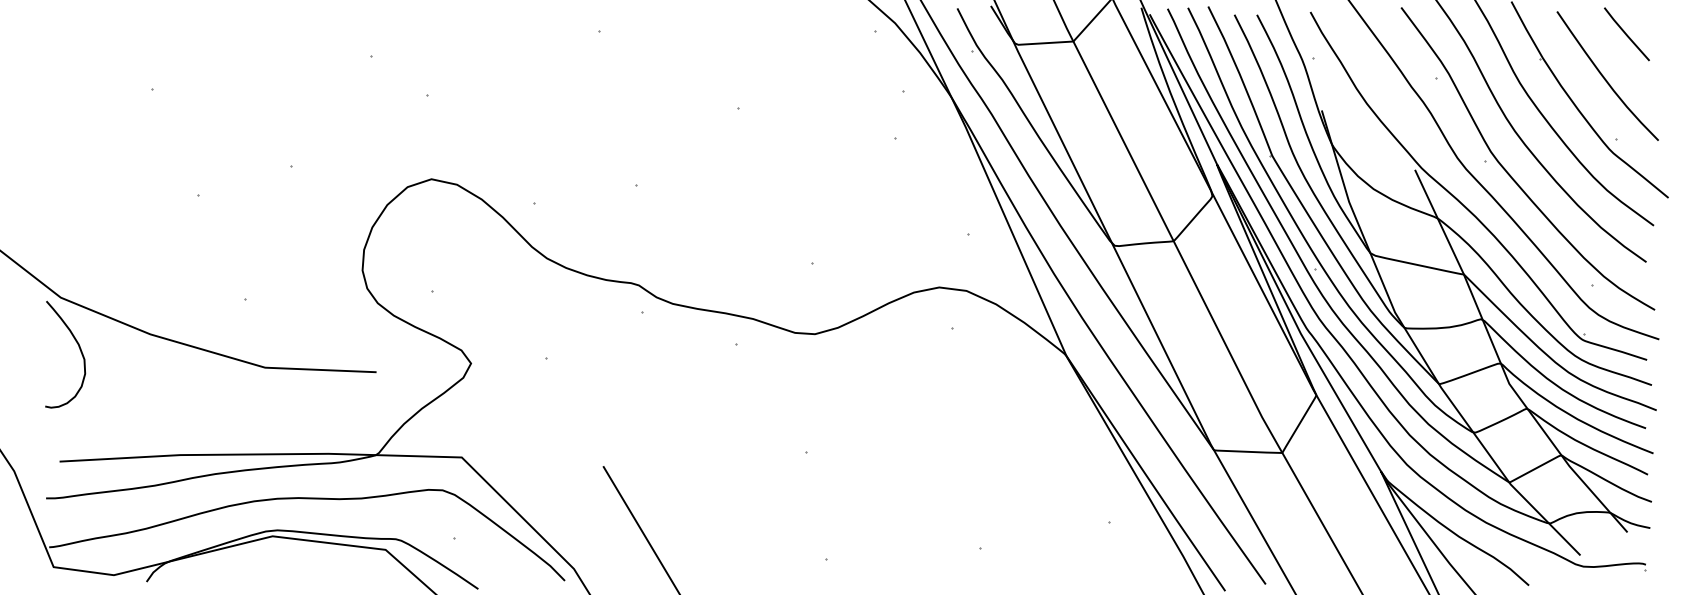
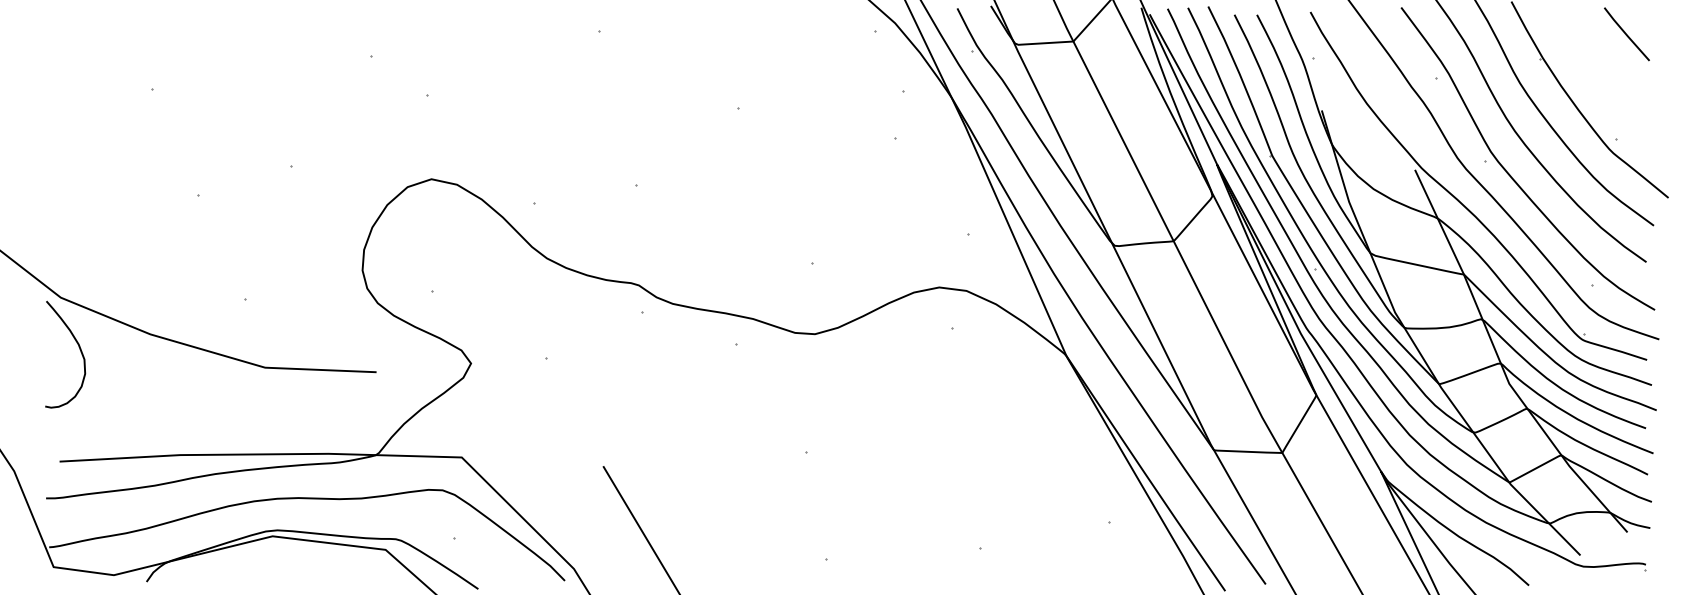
curve at (1604, 76): present -> none
